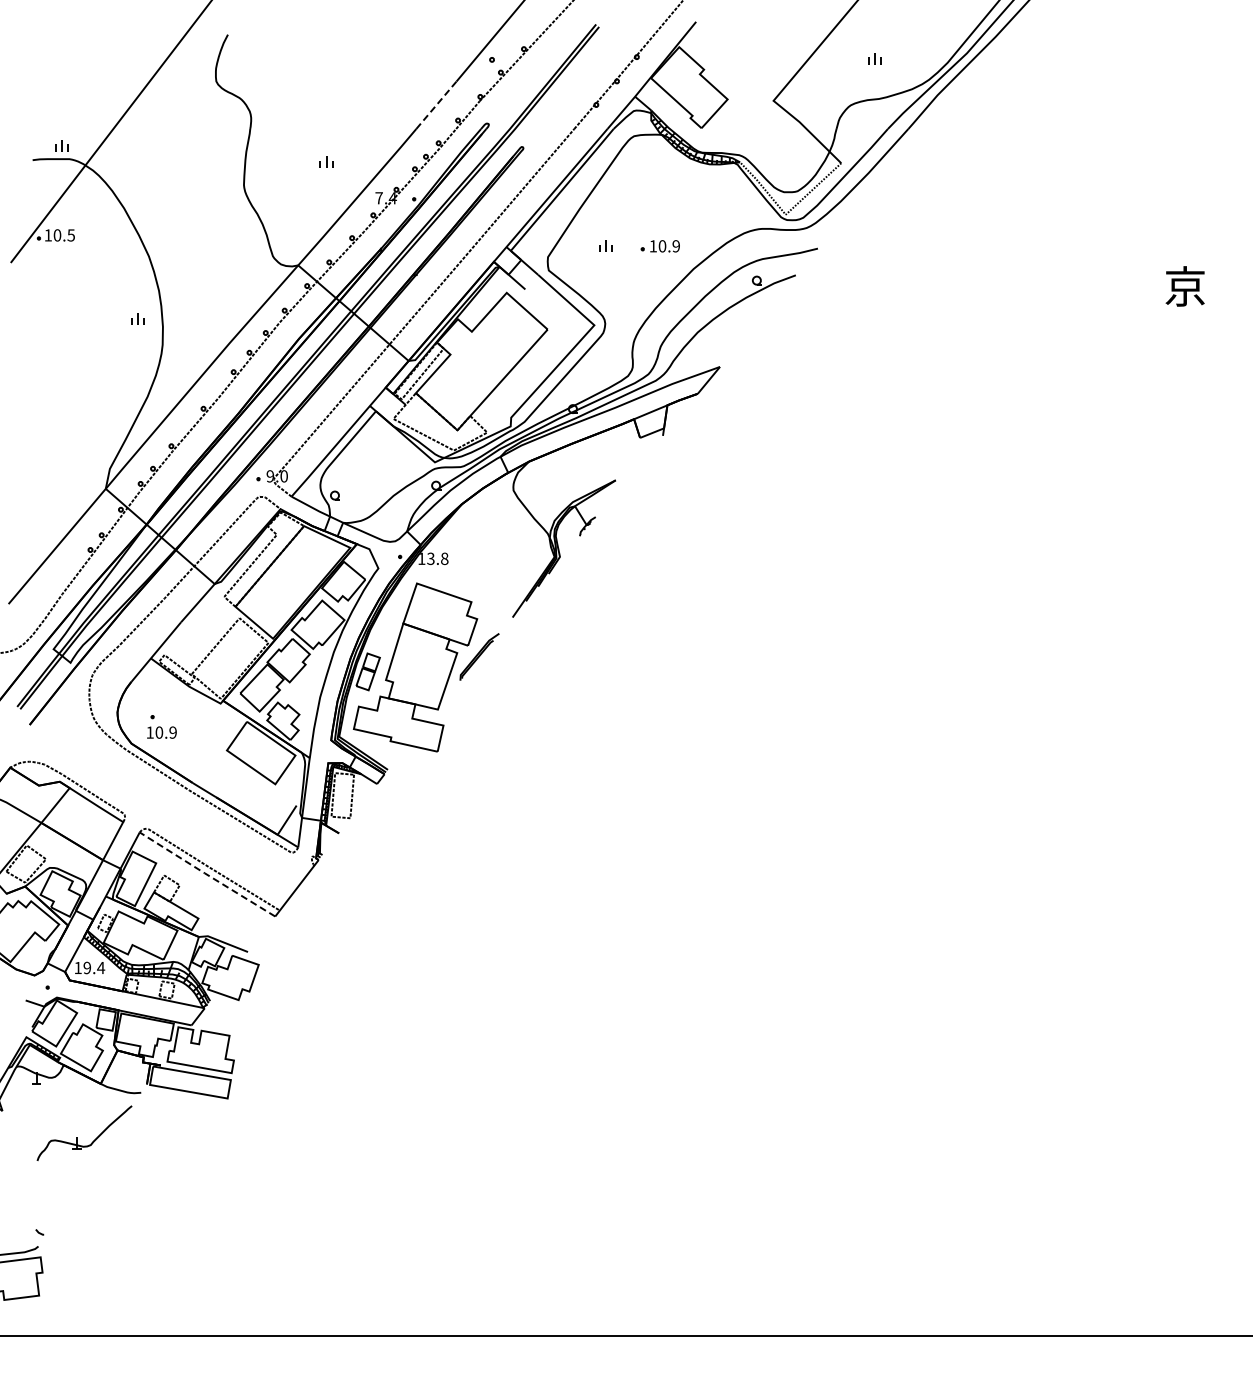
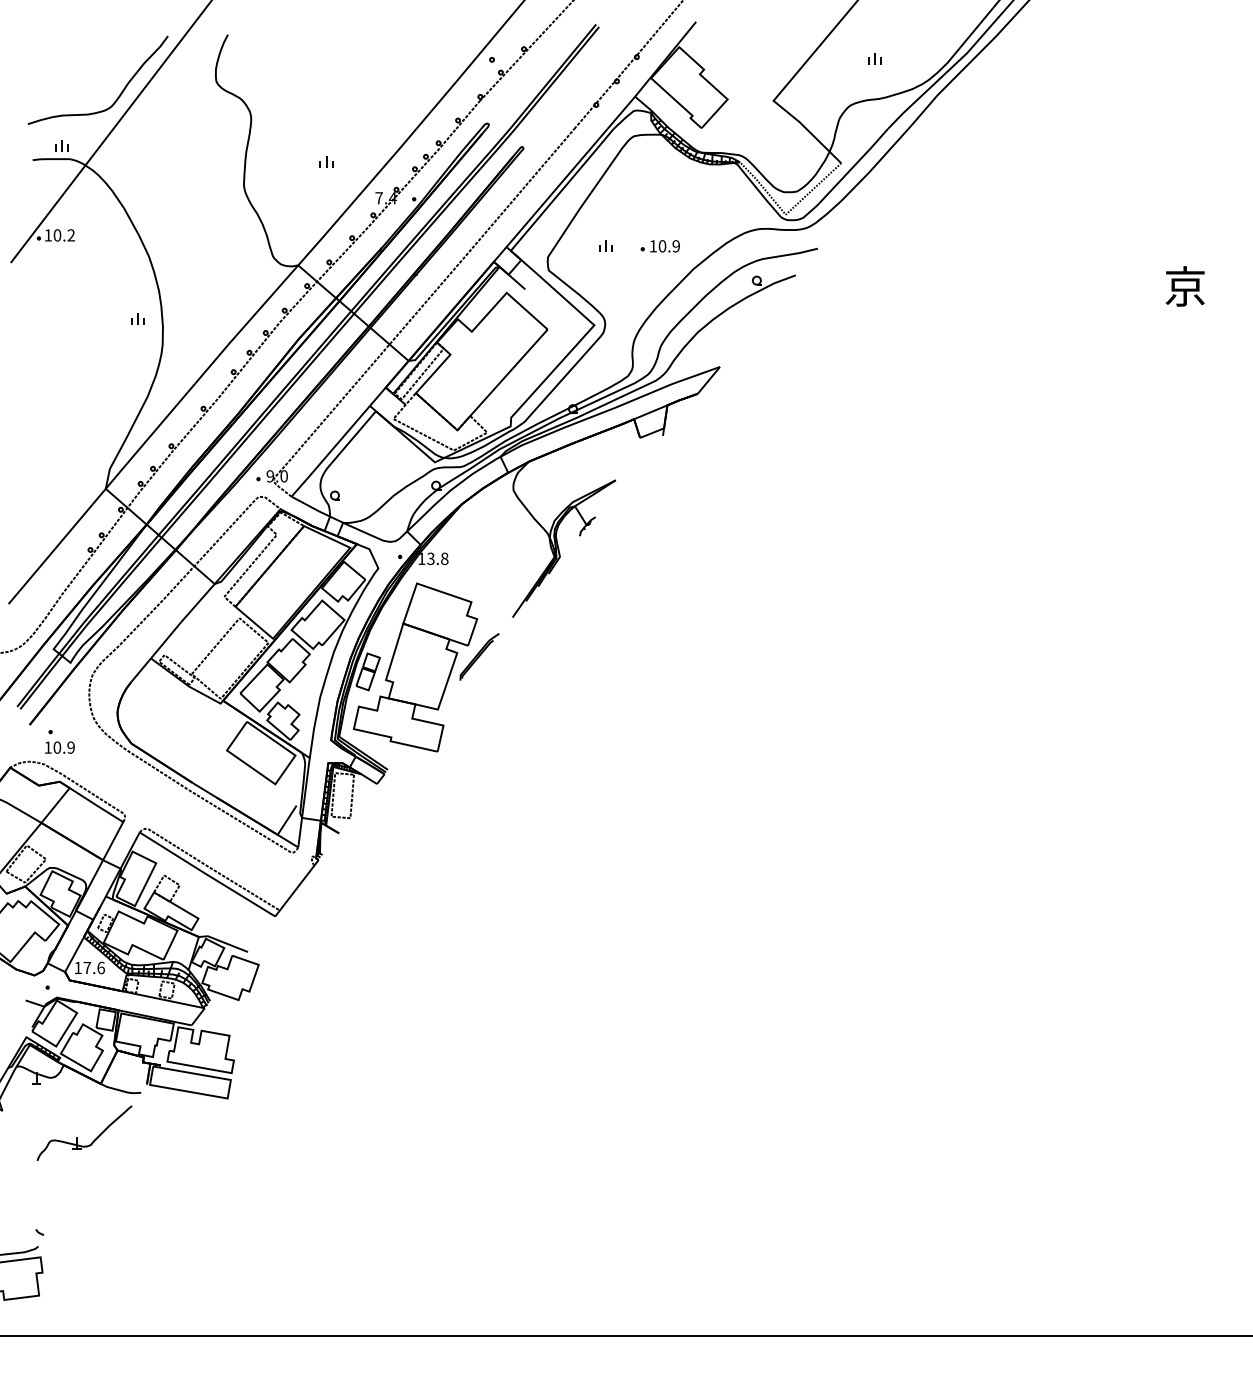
curve at (119, 94): none -> present
line at (436, 104): dashed -> solid
text at (70, 235): 10.5 -> 10.2
part at (161, 726) position: (161, 726) -> (59, 741)
line at (206, 874): dashed -> solid
text at (94, 967): 19.4 -> 17.6
